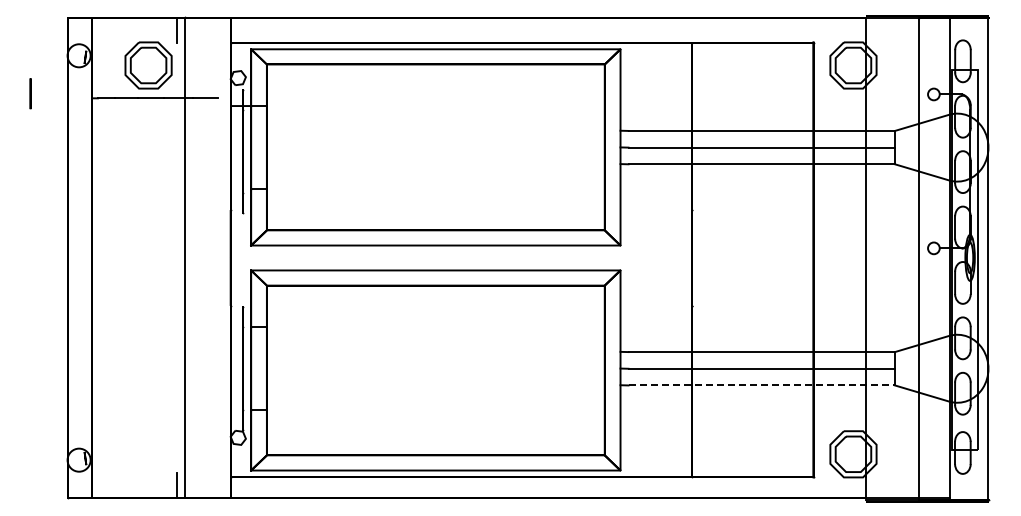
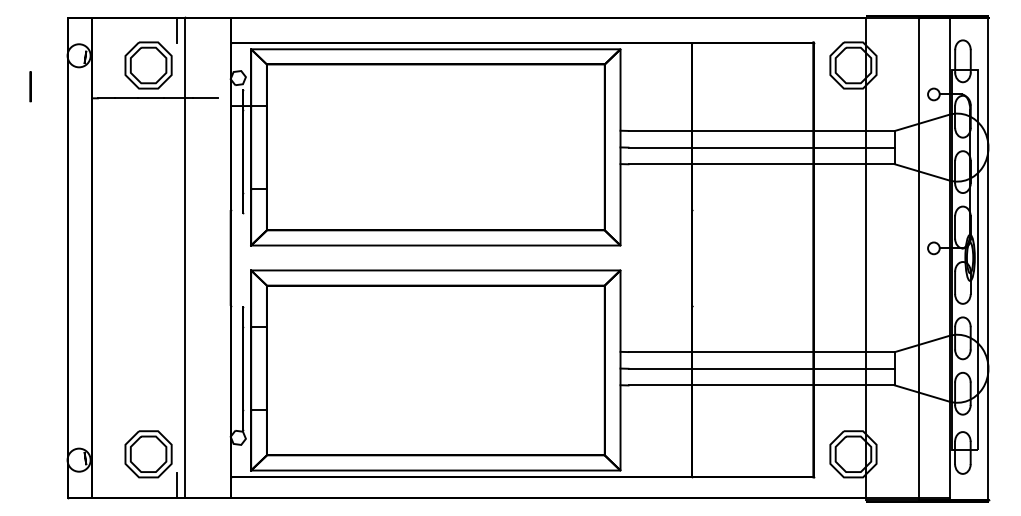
circle at (30, 93) position: (30, 93) -> (30, 86)
line at (762, 385): dashed -> solid
part at (148, 454): none -> present
